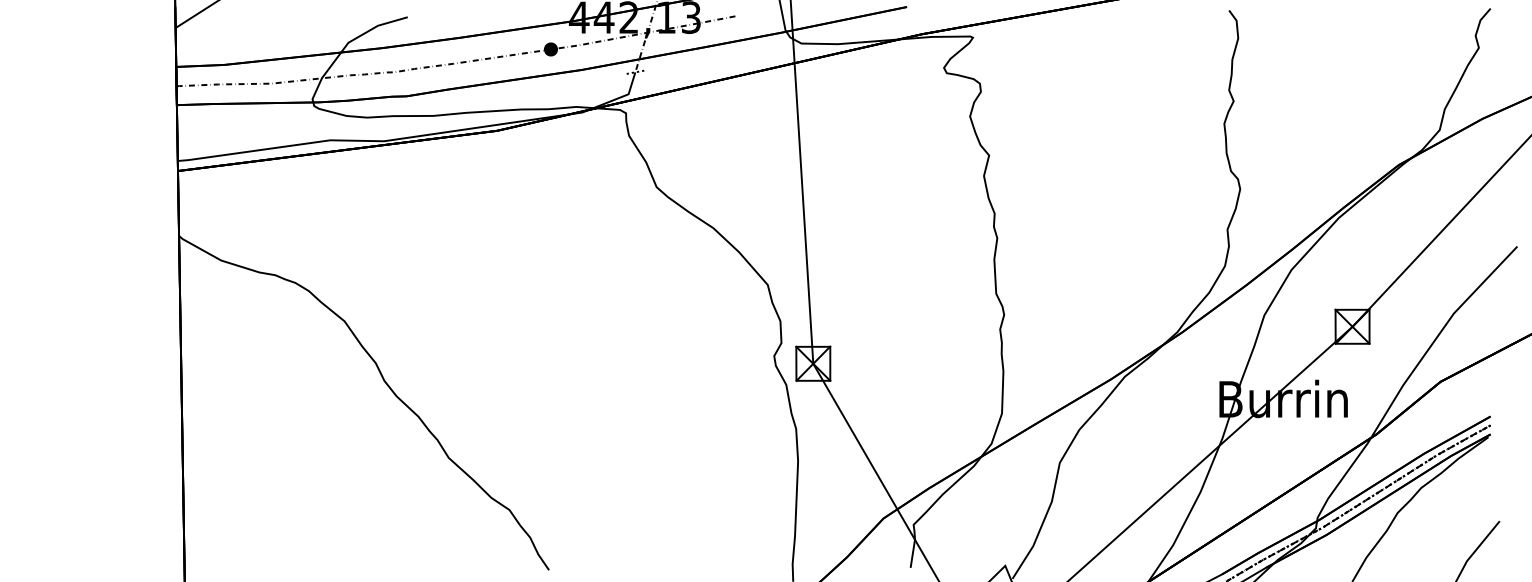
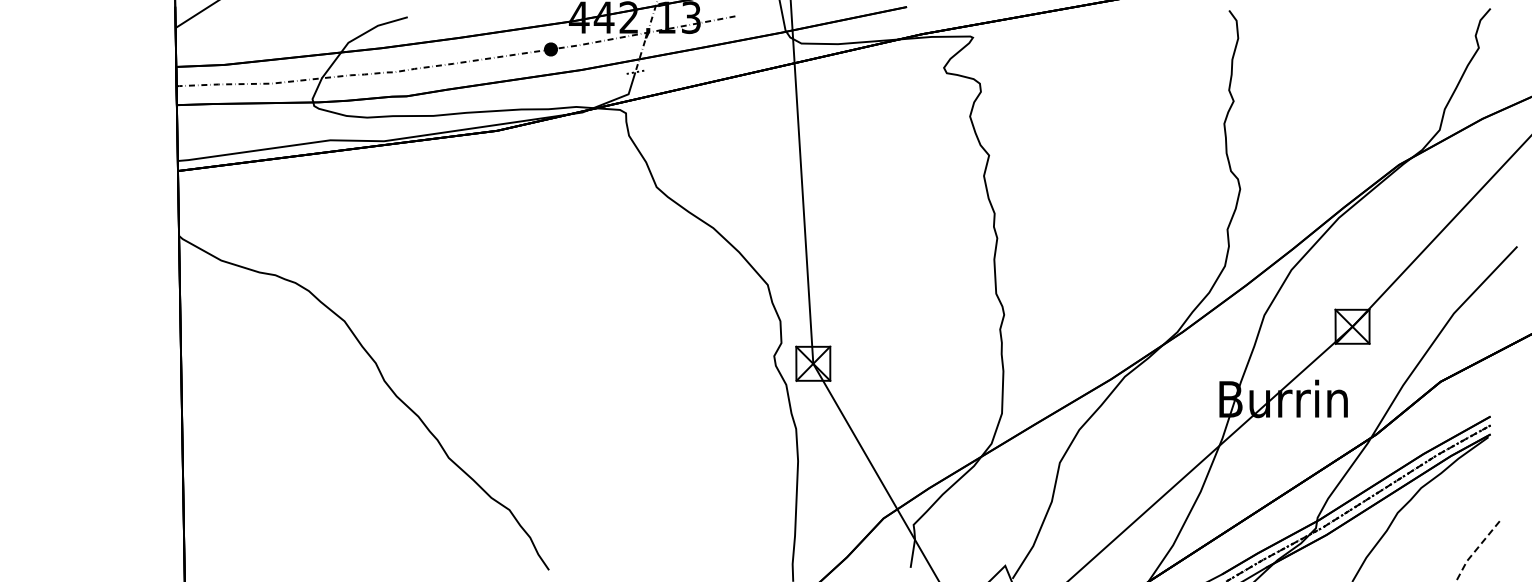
line at (1475, 550): solid -> dashed
